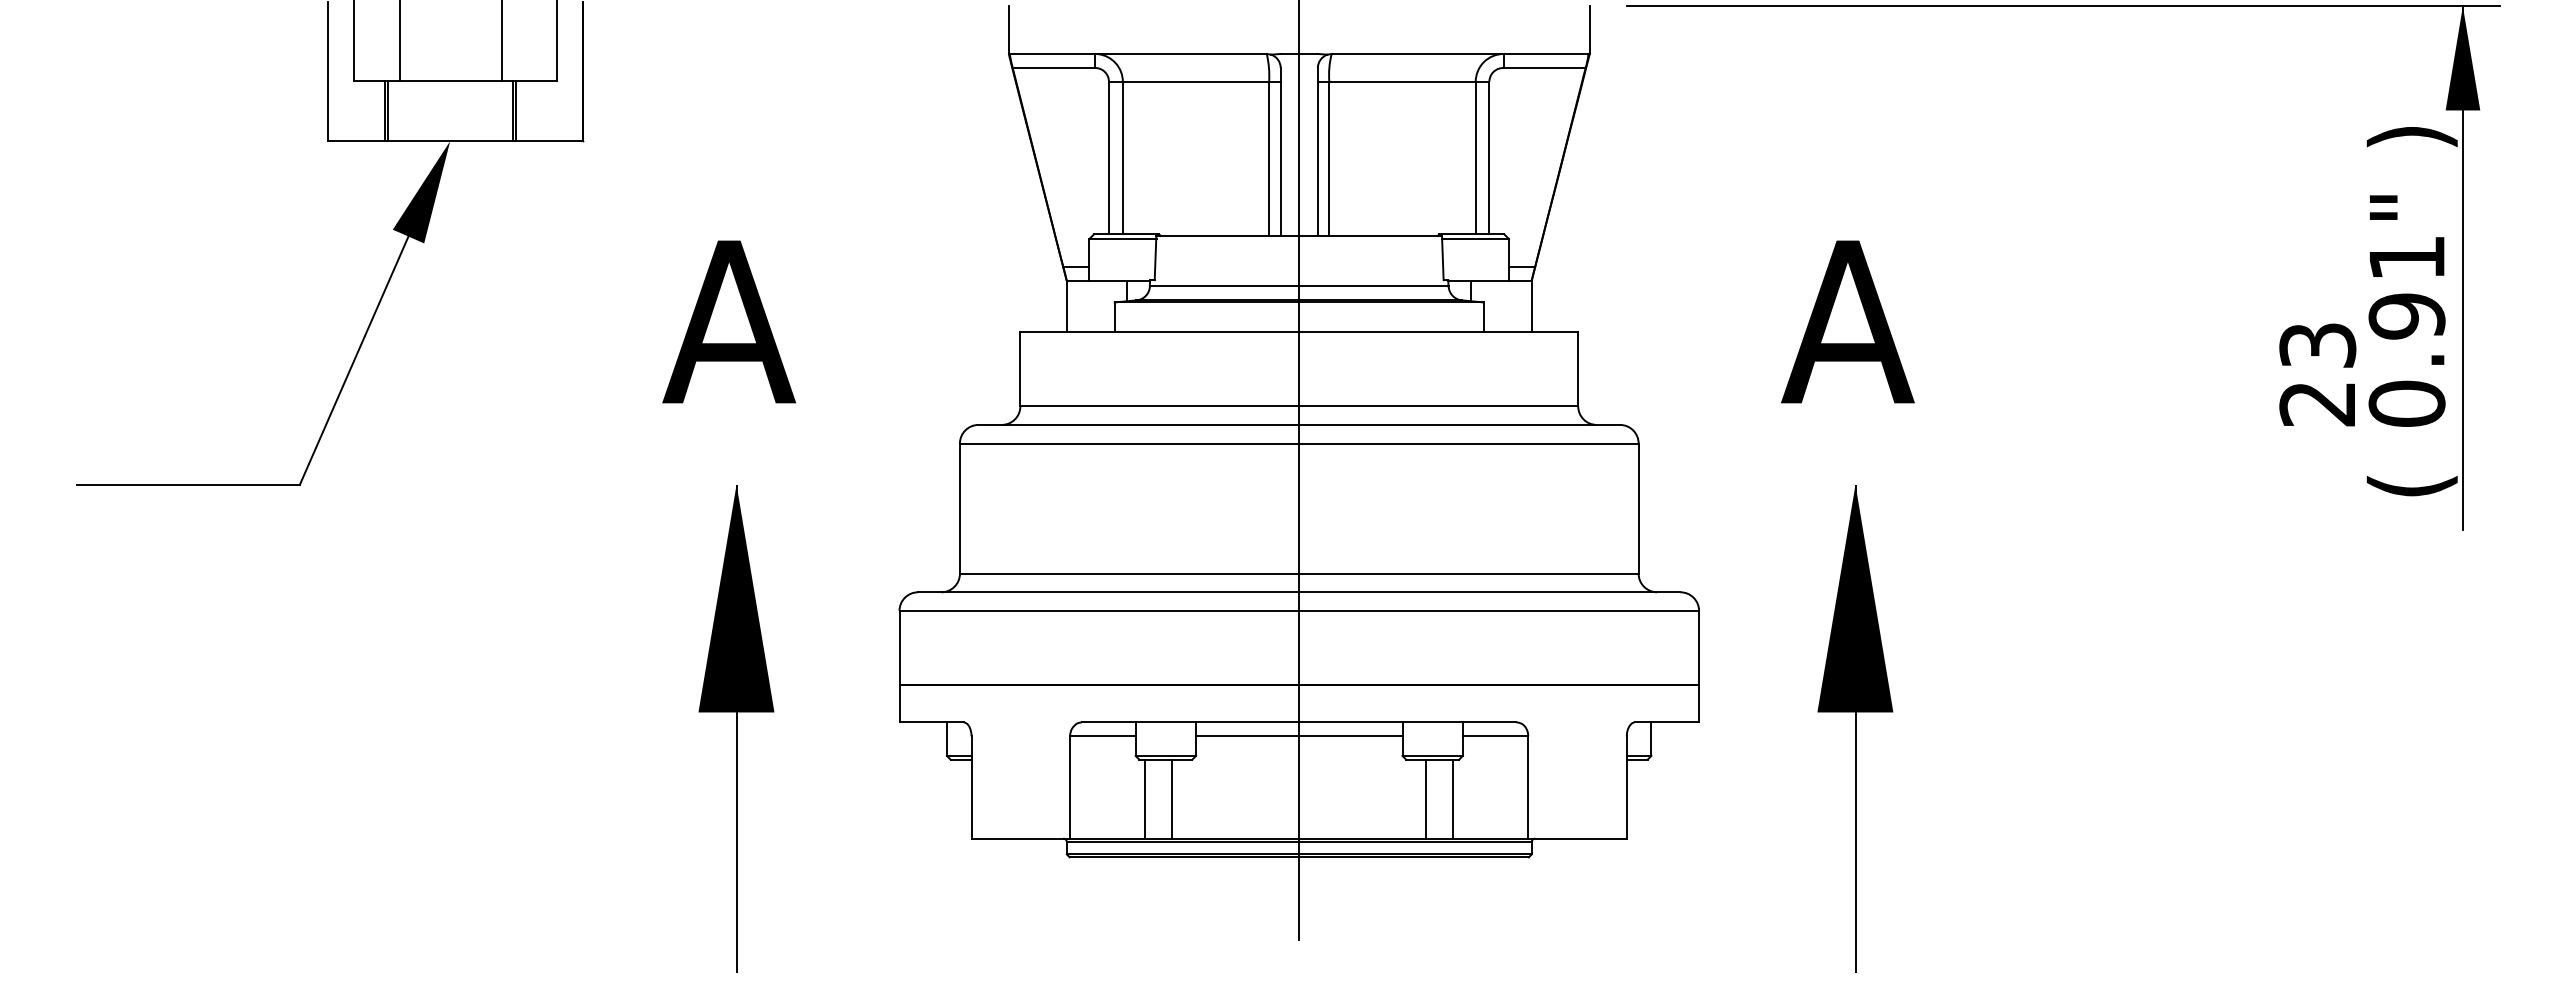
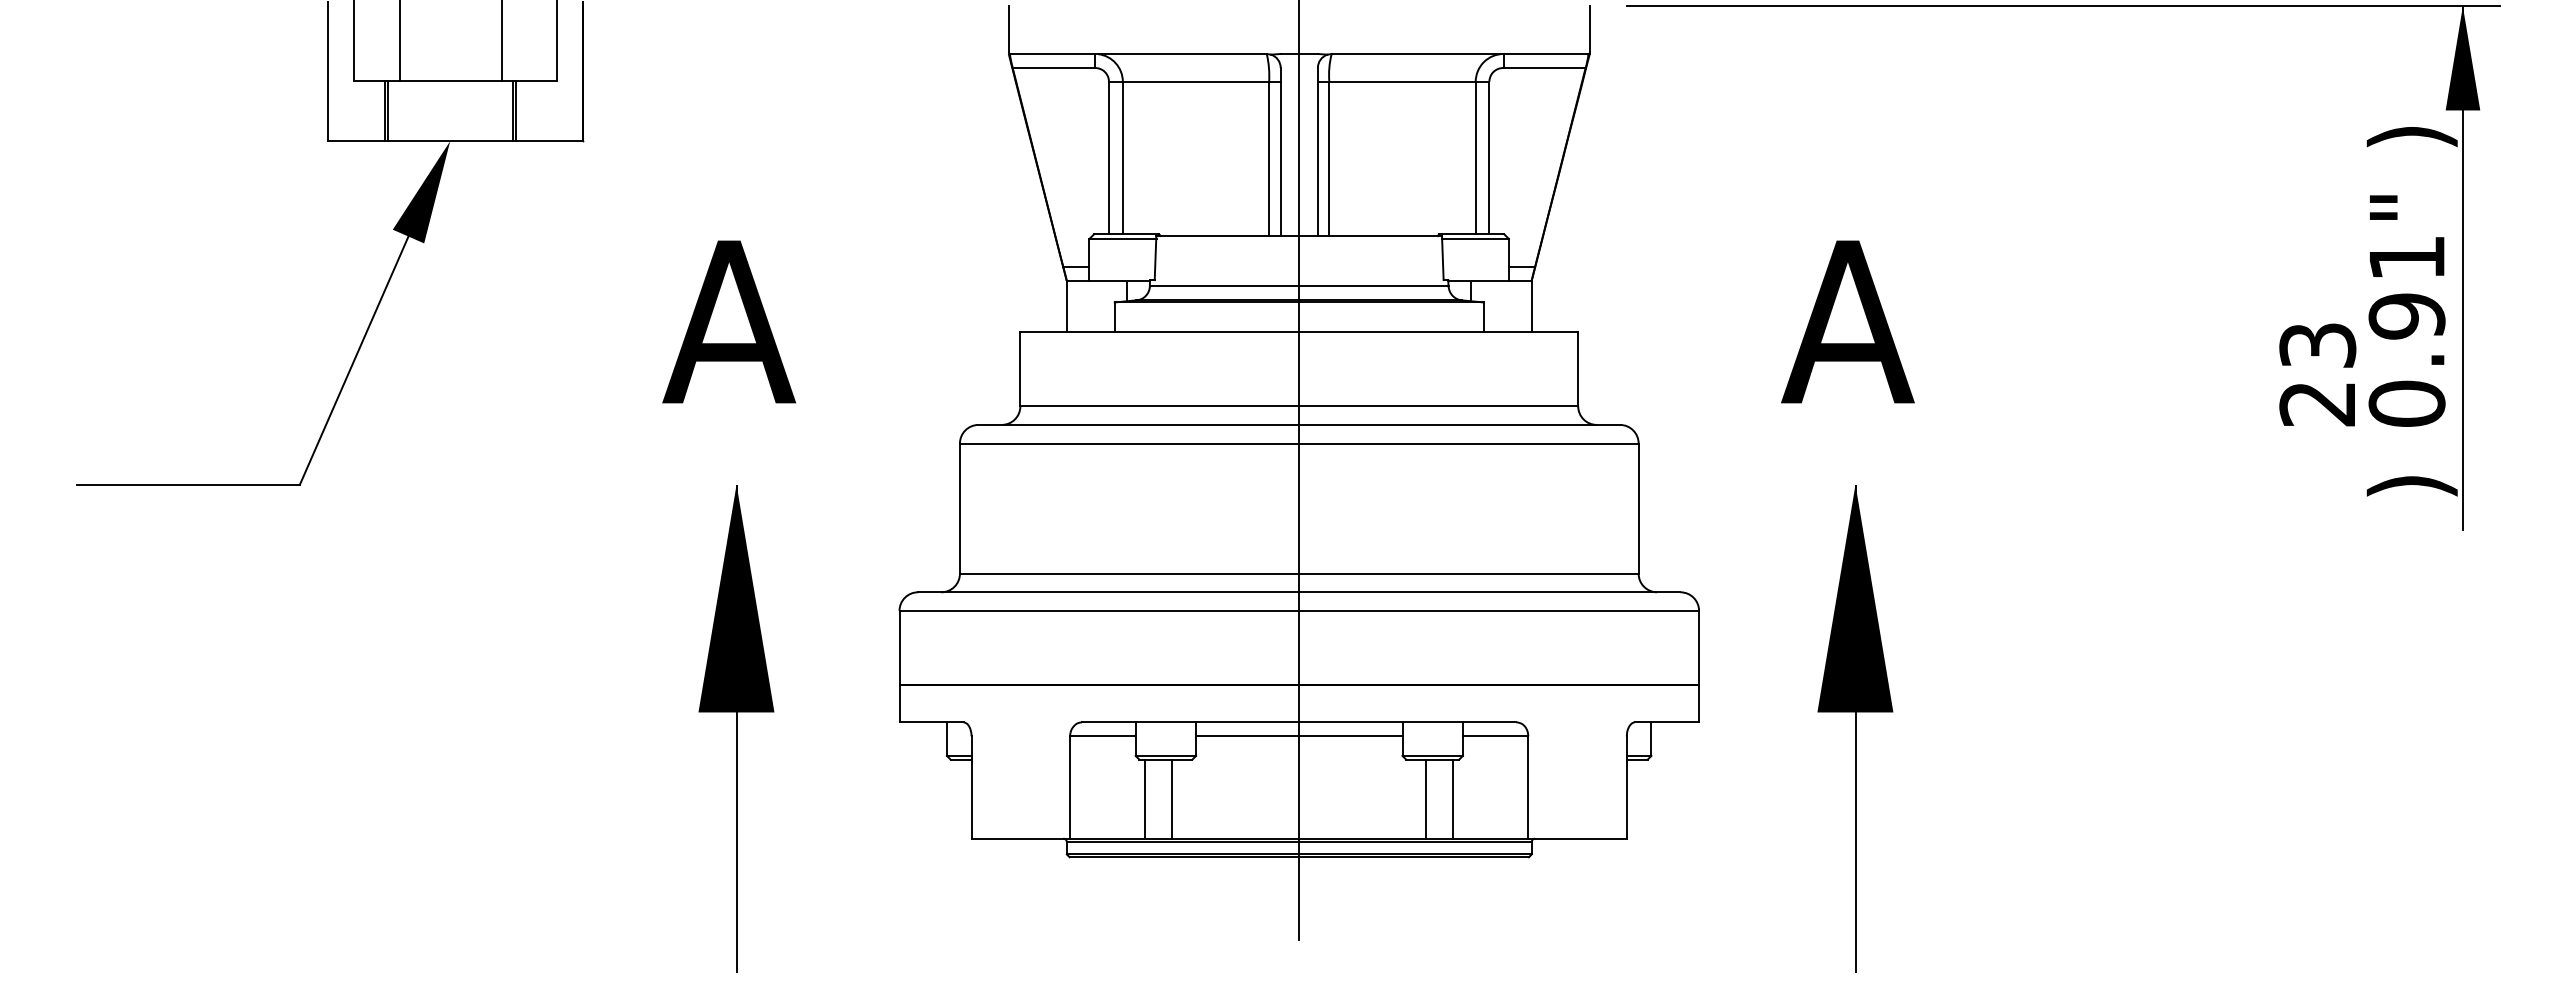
text at (2411, 486): ( -> )
